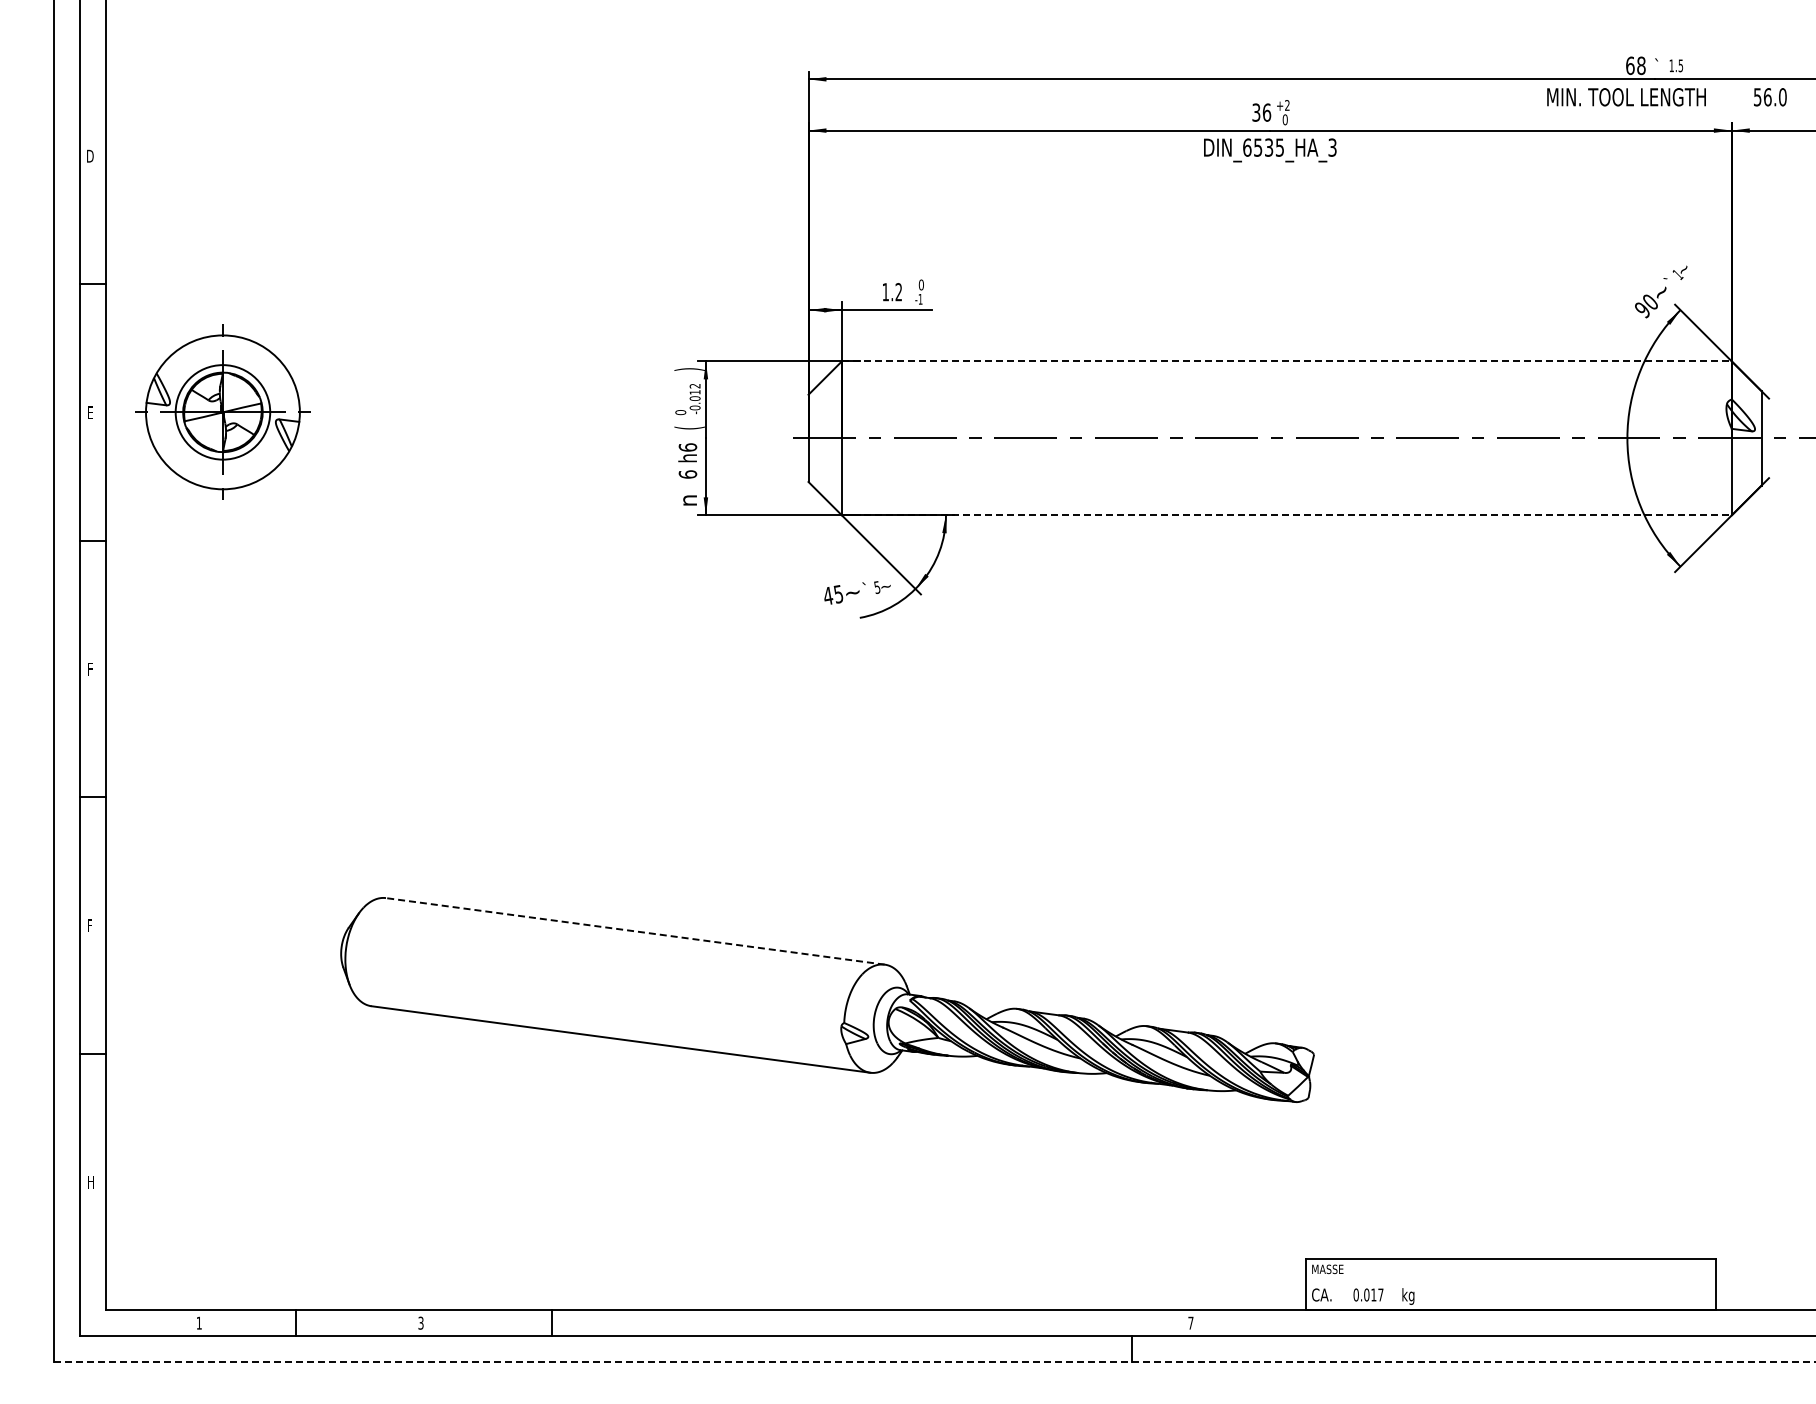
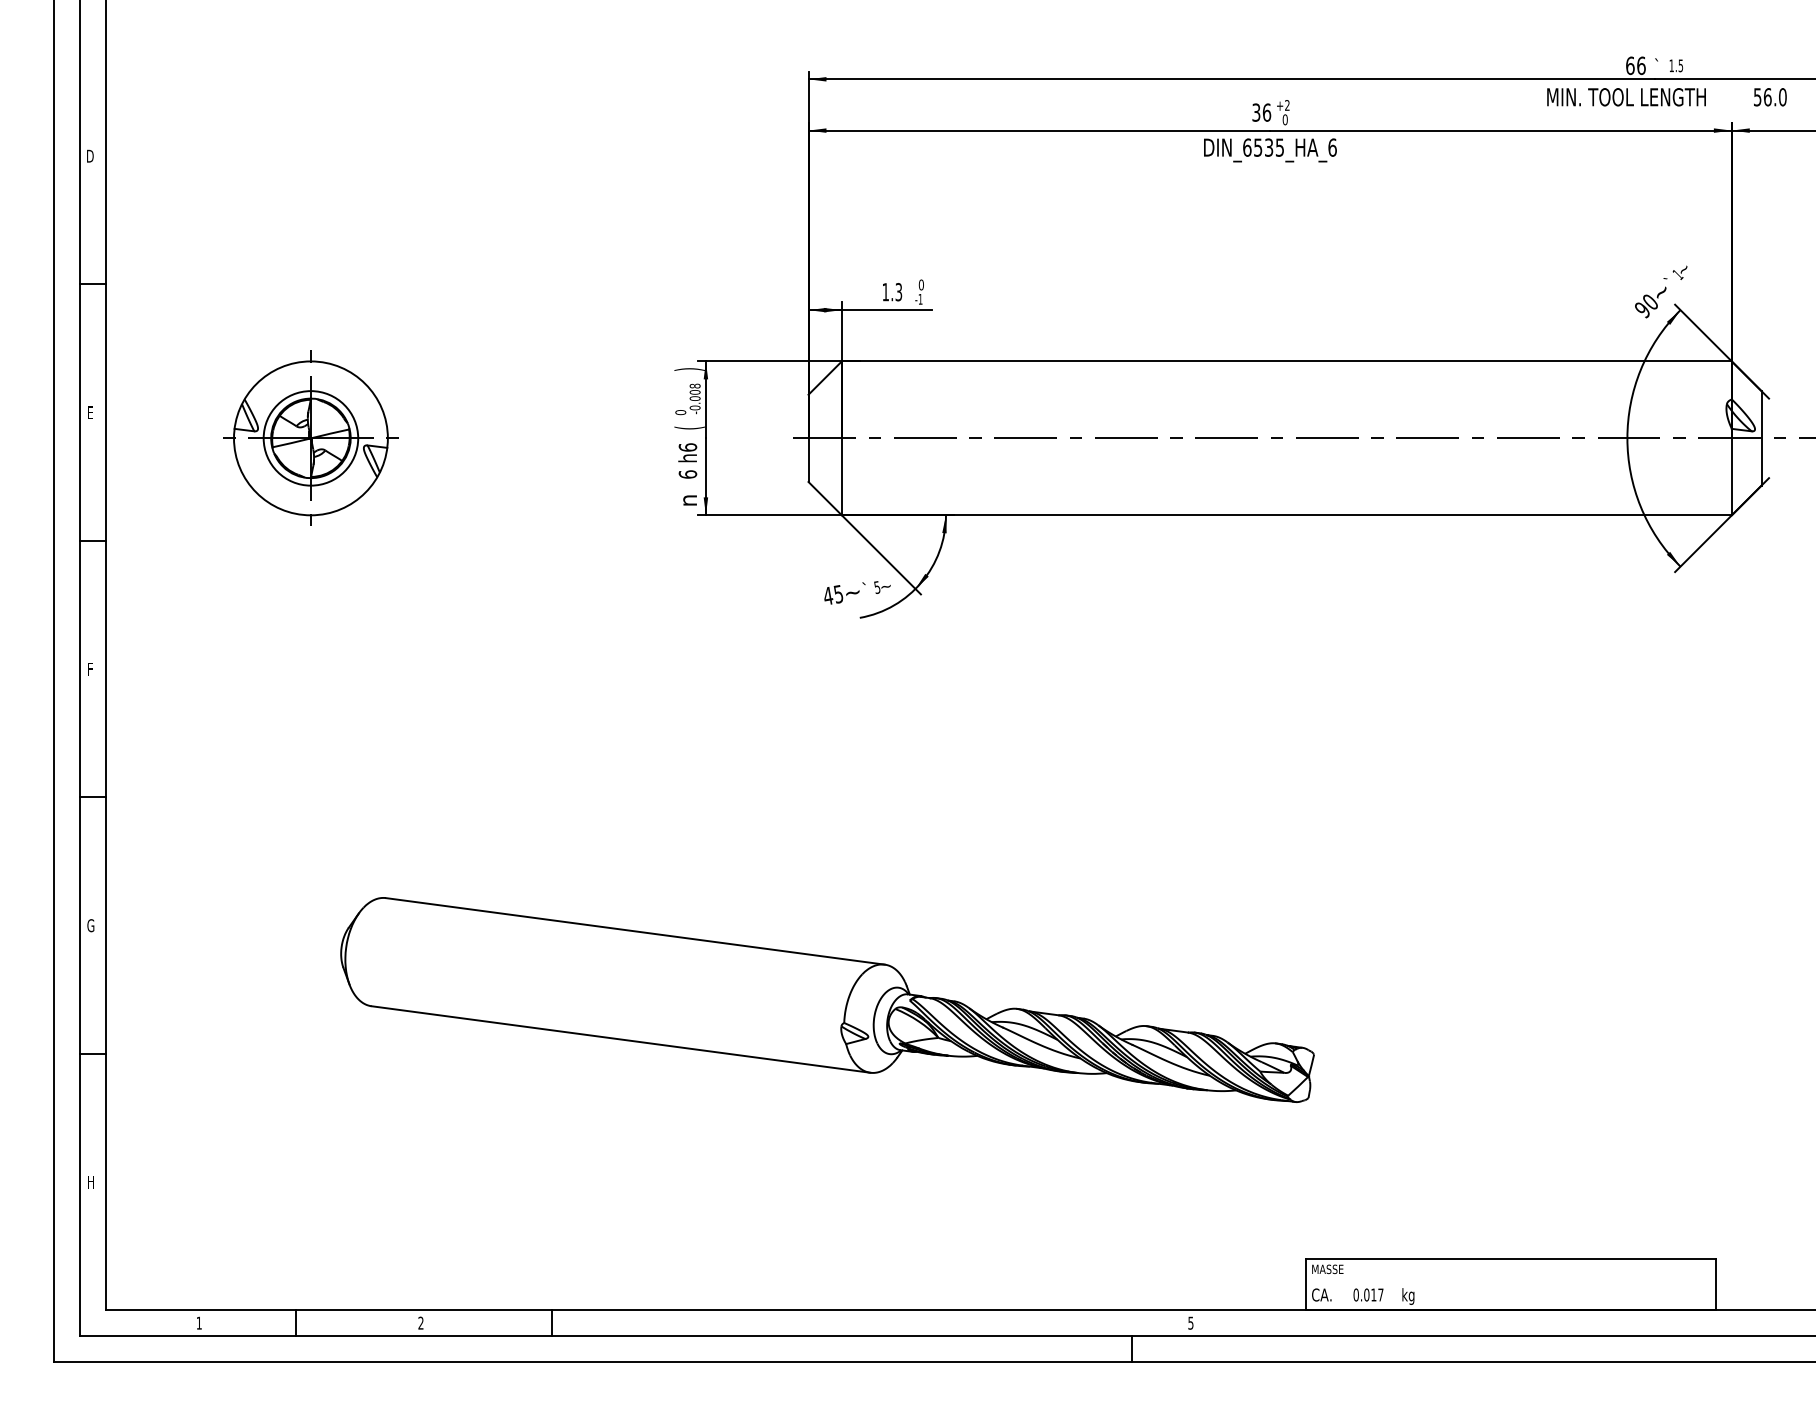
text at (1641, 65): 68 -> 66
text at (1332, 147): DIN_6535_HA_3 -> DIN_6535_HA_6
text at (898, 292): 1.2 -> 1.3
line at (1286, 361): dashed -> solid
text at (694, 388): -0.012 -> -0.008
part at (222, 411) position: (222, 411) -> (310, 437)
line at (1286, 515): dashed -> solid
text at (90, 925): F -> G
line at (635, 931): dashed -> solid
text at (1190, 1322): 7 -> 5
text at (420, 1323): 3 -> 2
line at (935, 1361): dashed -> solid
